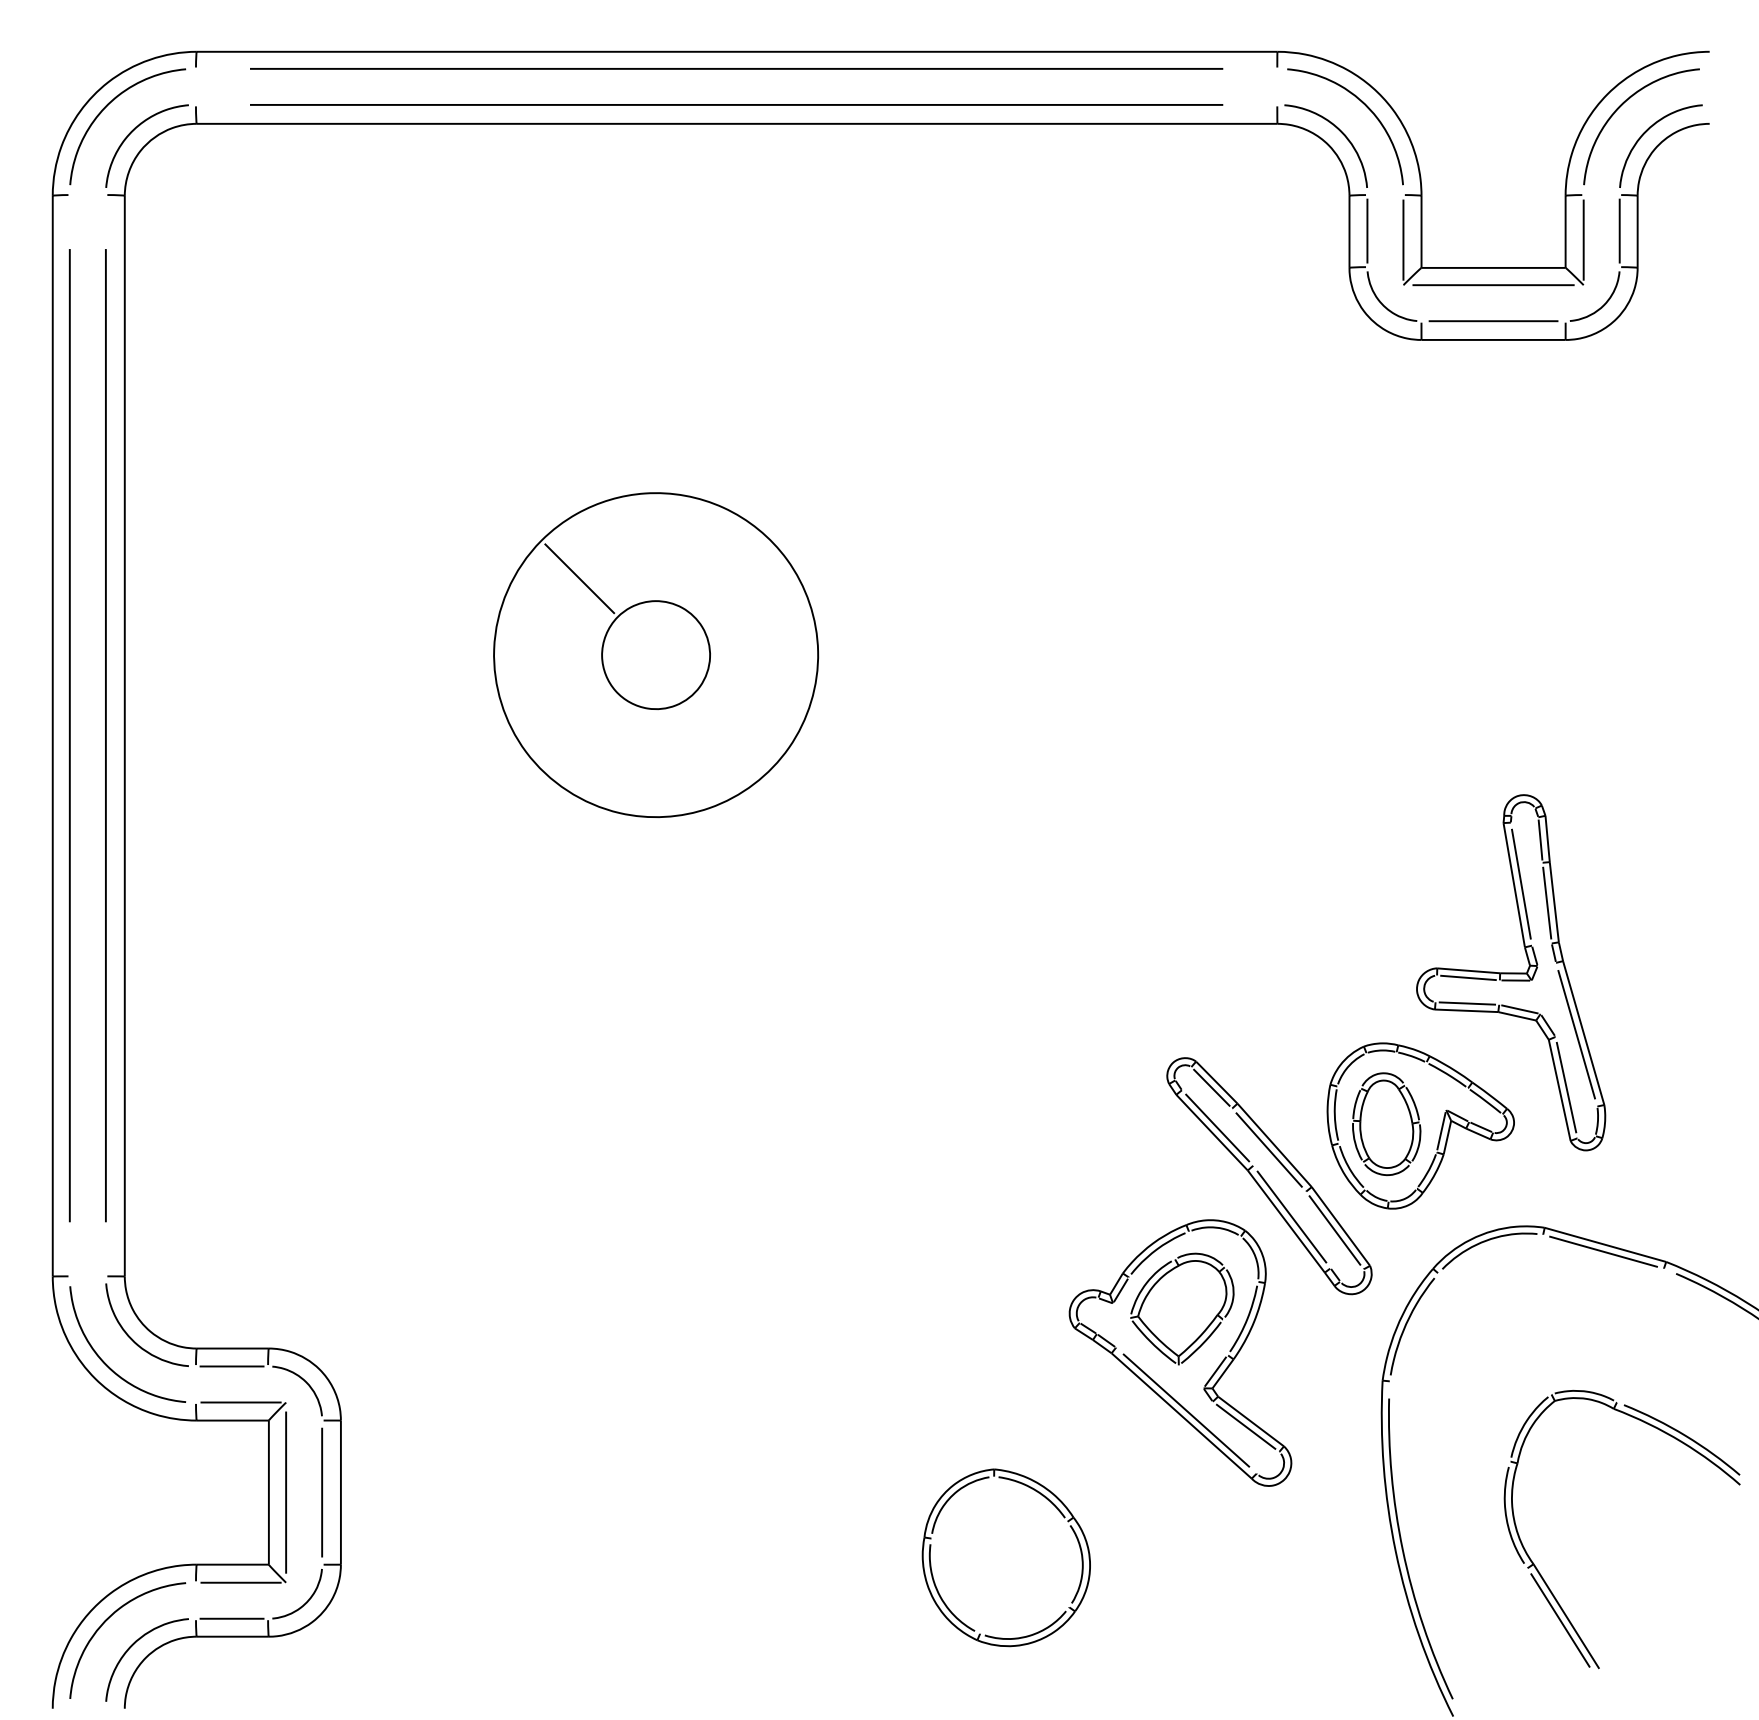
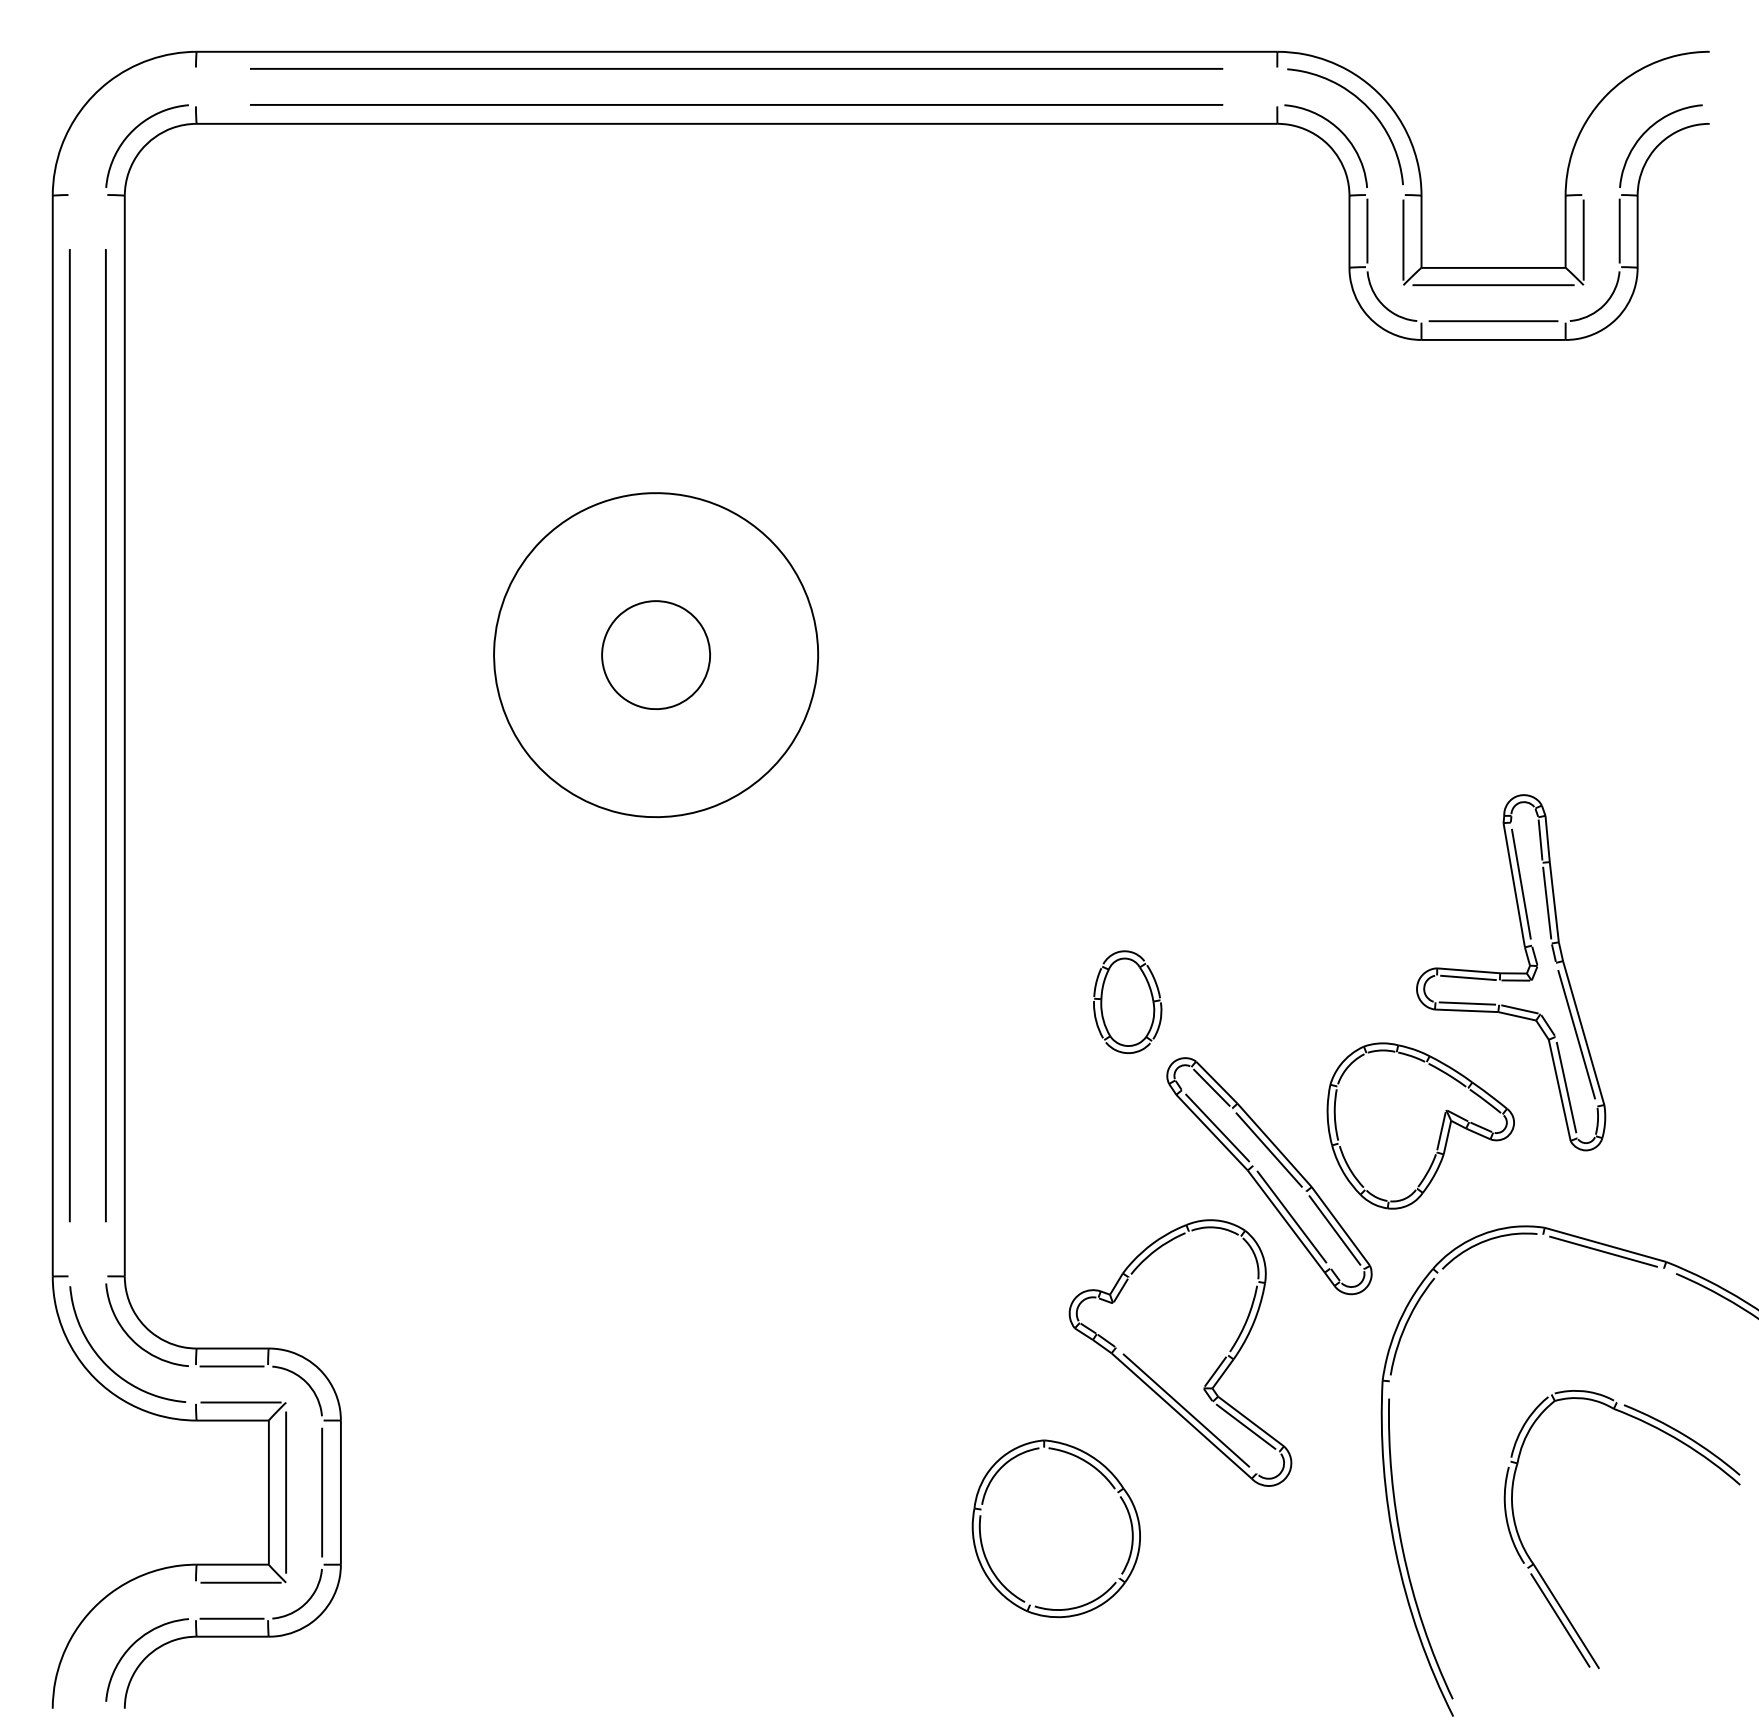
curve at (107, 106): present -> none
curve at (1621, 106): present -> none
line at (579, 578): present -> none
part at (1386, 1124) position: (1386, 1124) -> (1127, 1002)
part at (1182, 1308): present -> none
part at (1005, 1557) position: (1005, 1557) -> (1055, 1528)
curve at (107, 1620): present -> none
